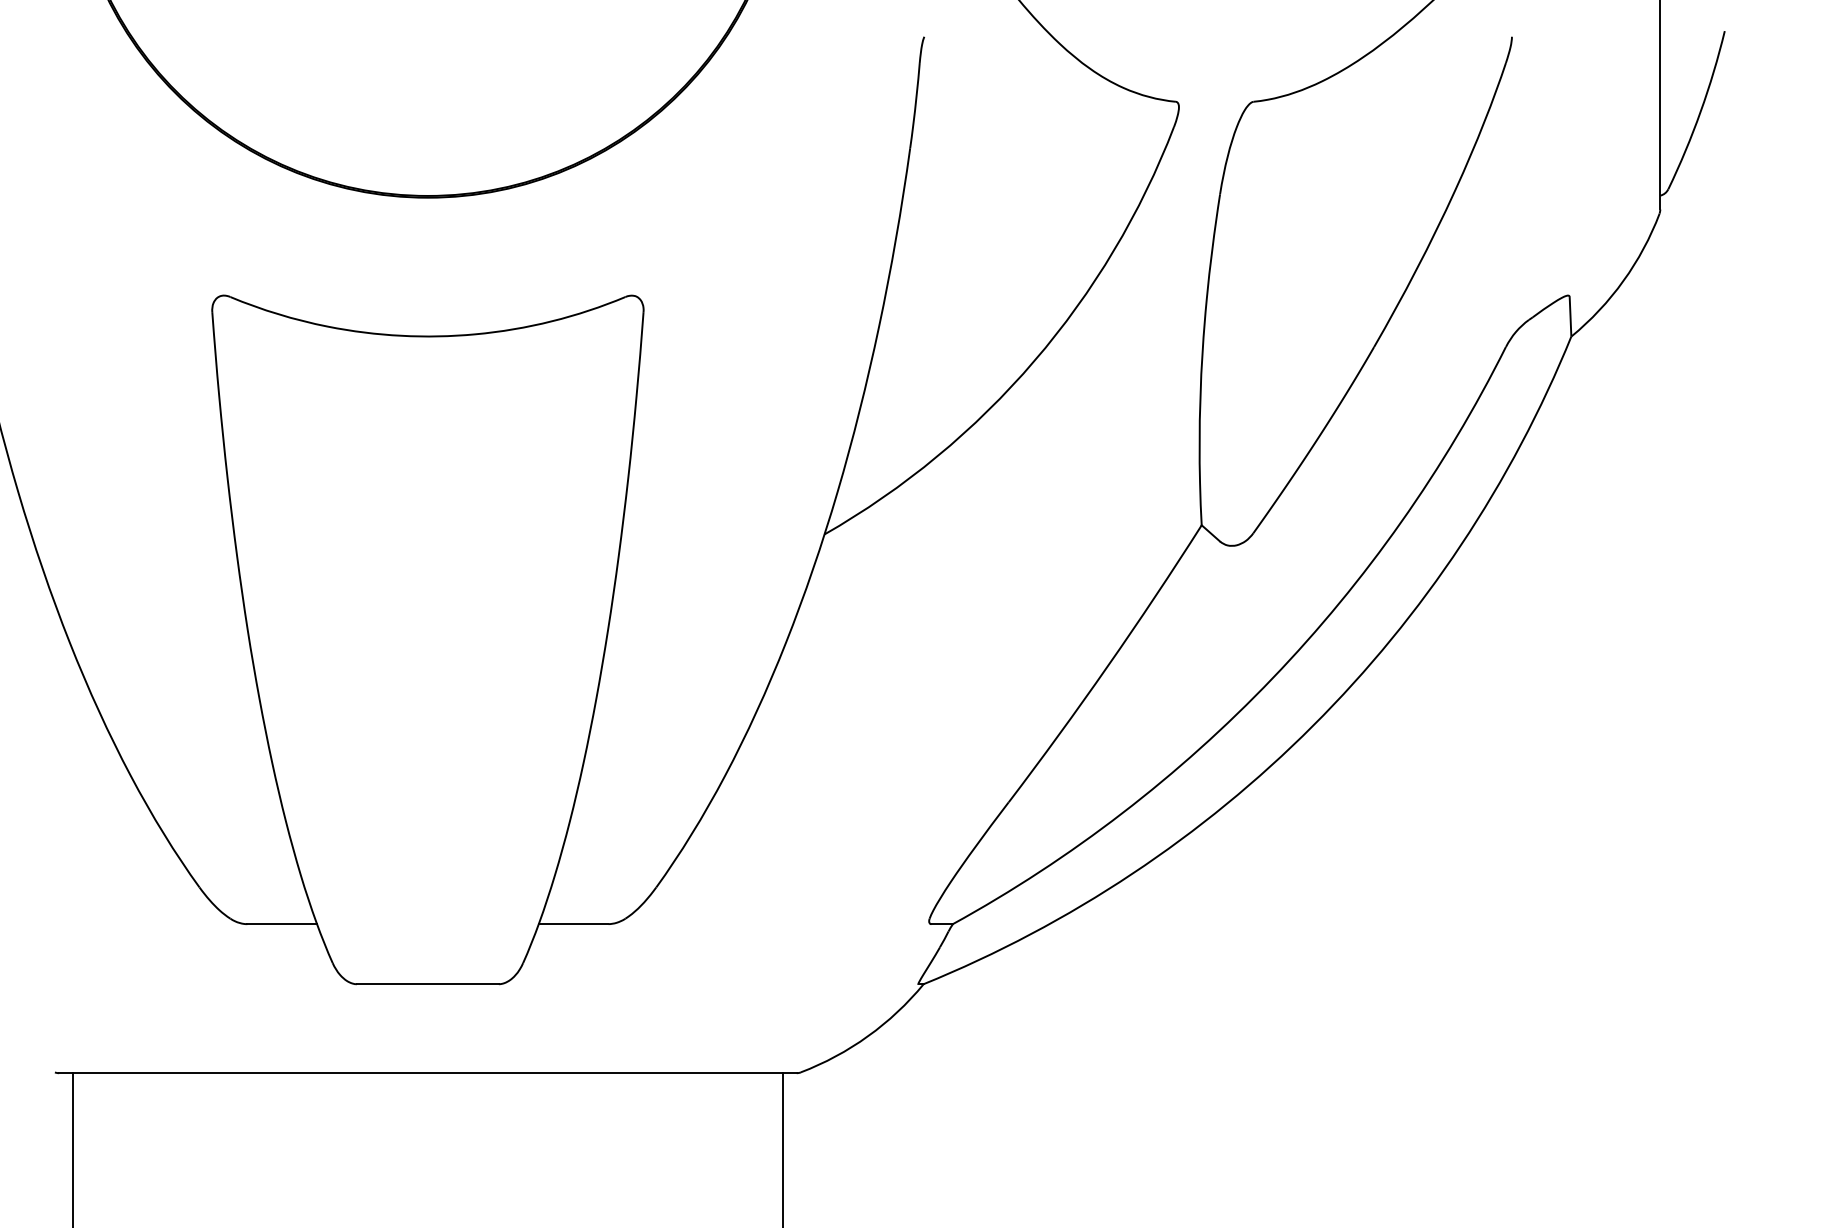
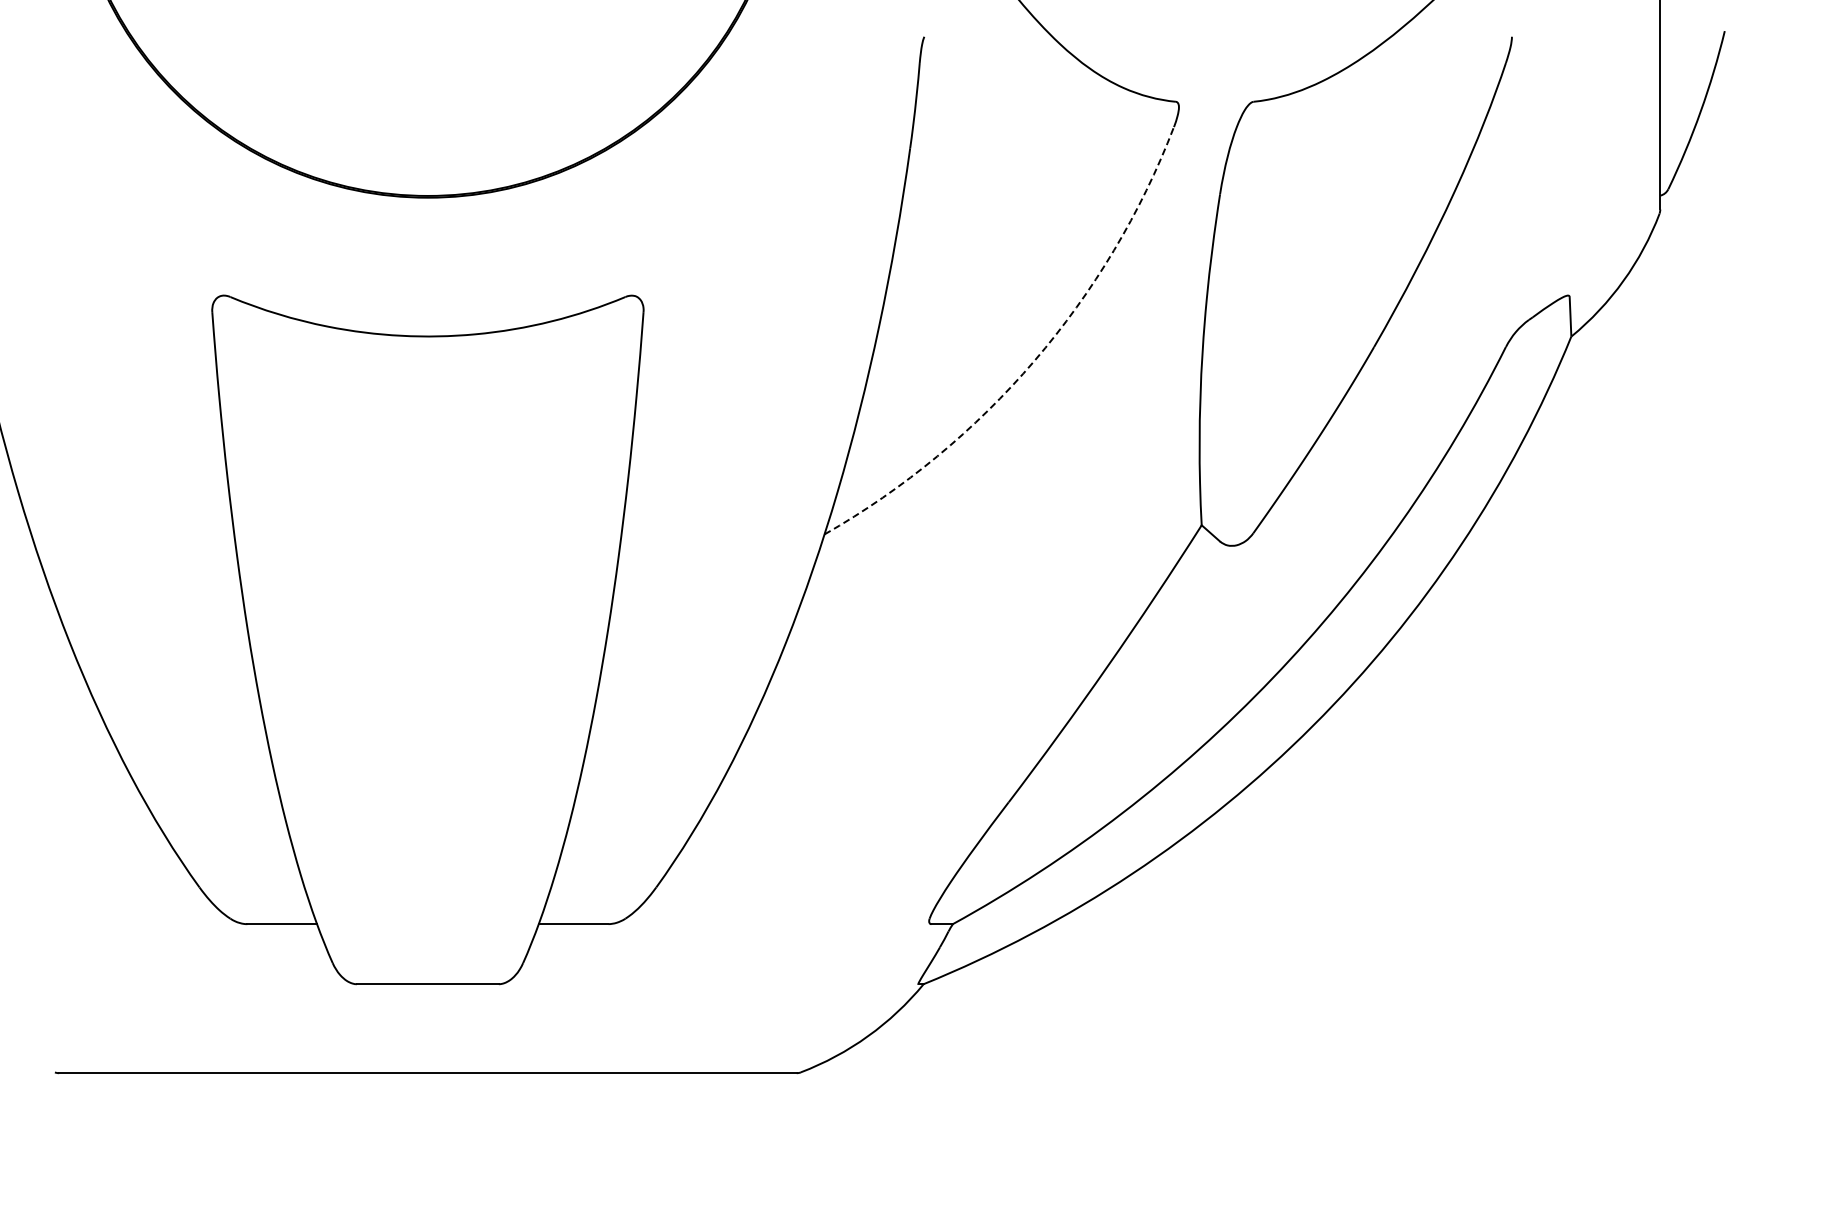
arc at (1034, 360): solid -> dashed
line at (72, 1148): present -> none
line at (783, 1148): present -> none
